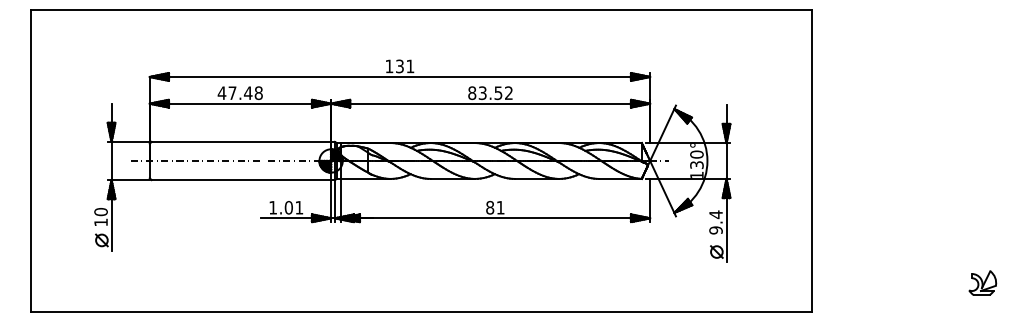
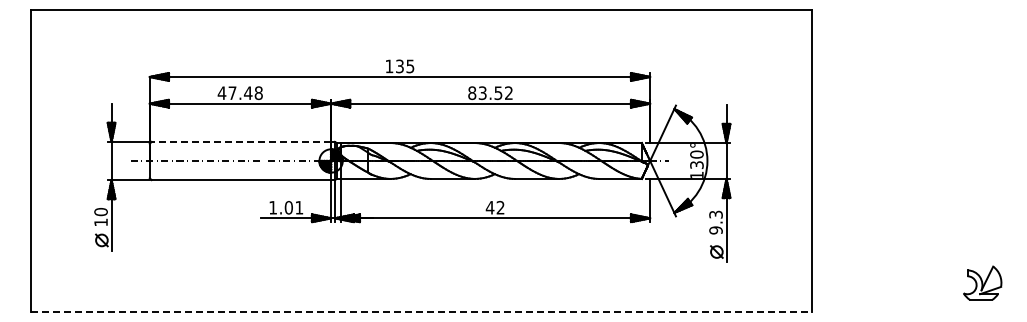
text at (410, 66): 131 -> 135
line at (241, 141): solid -> dashed
text at (494, 207): 81 -> 42
text at (715, 214): 9.4 -> 9.3
part at (982, 282) size: 30x26 px -> 40x36 px
line at (421, 312): solid -> dashed
